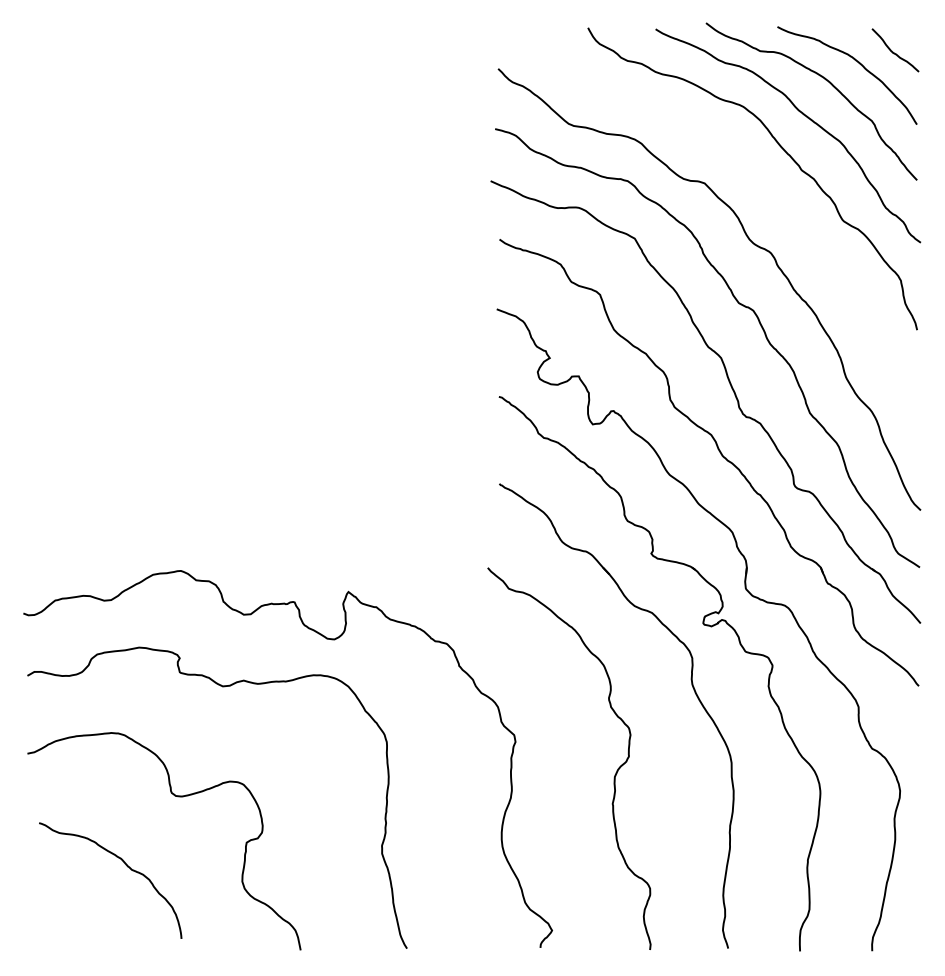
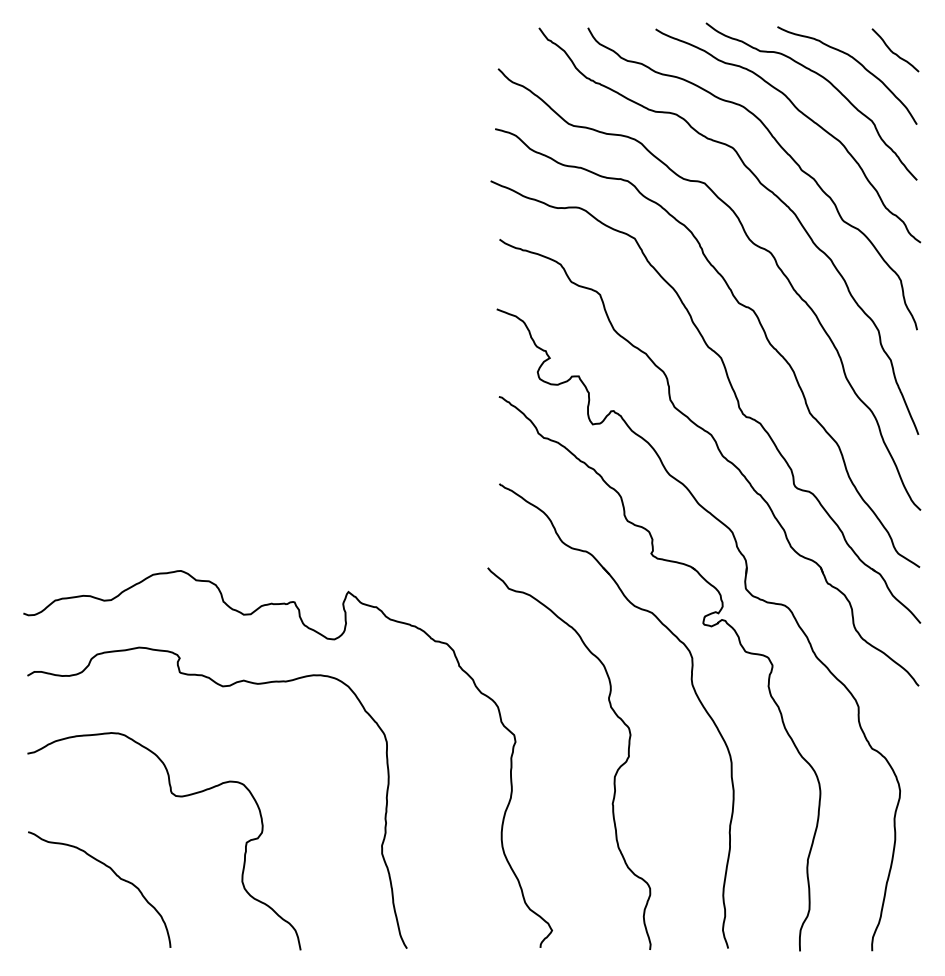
curve at (762, 186): none -> present
curve at (125, 865) position: (125, 865) -> (114, 874)
